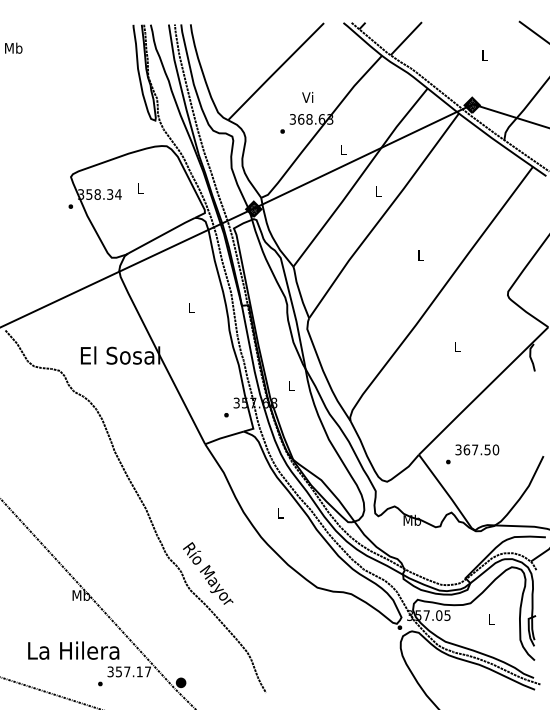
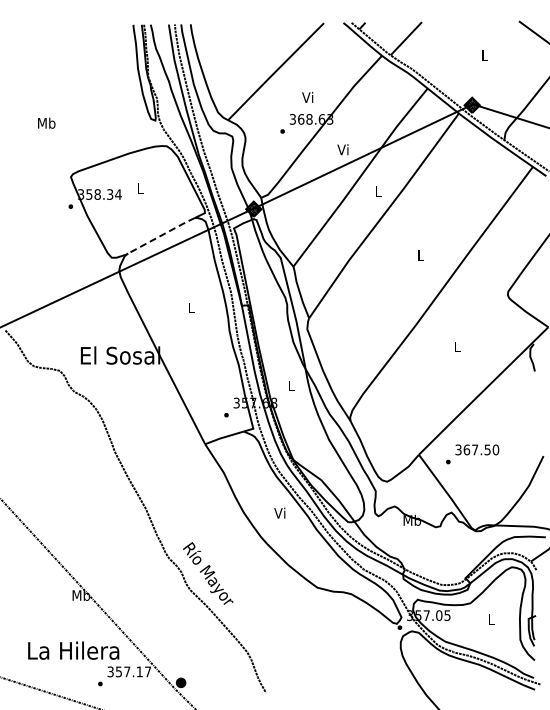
text at (13, 47) position: (13, 47) -> (46, 122)
text at (342, 149): L -> Vi
line at (161, 235): solid -> dashed
text at (279, 512): L -> Vi
